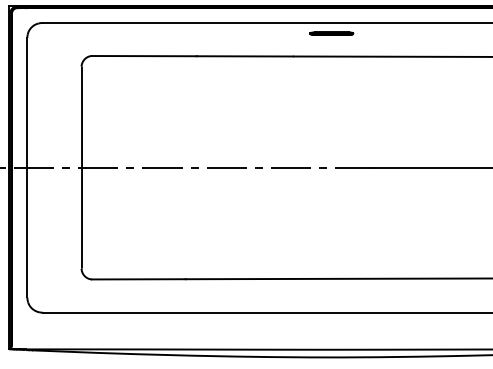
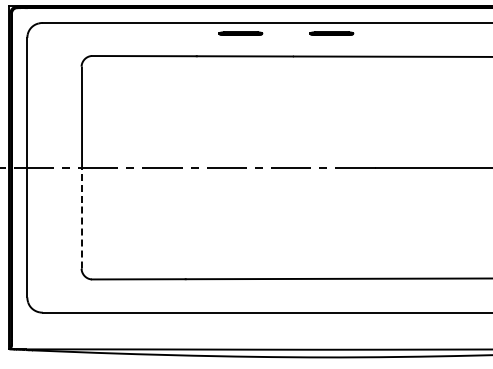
line at (240, 33): none -> present
line at (82, 218): solid -> dashed
